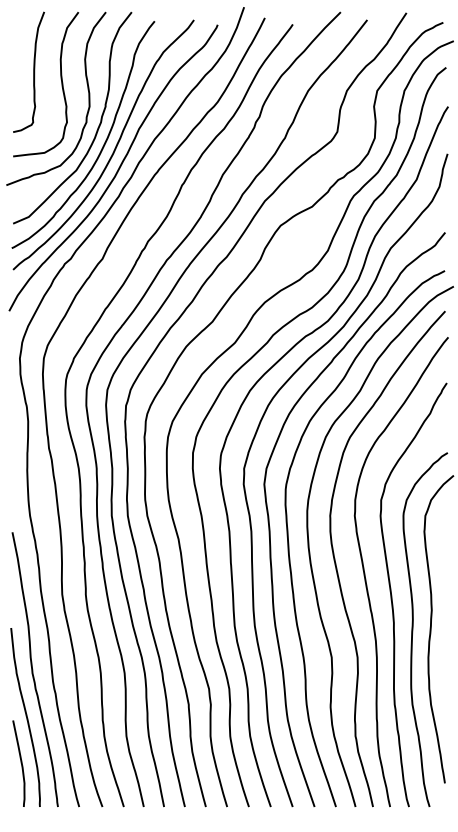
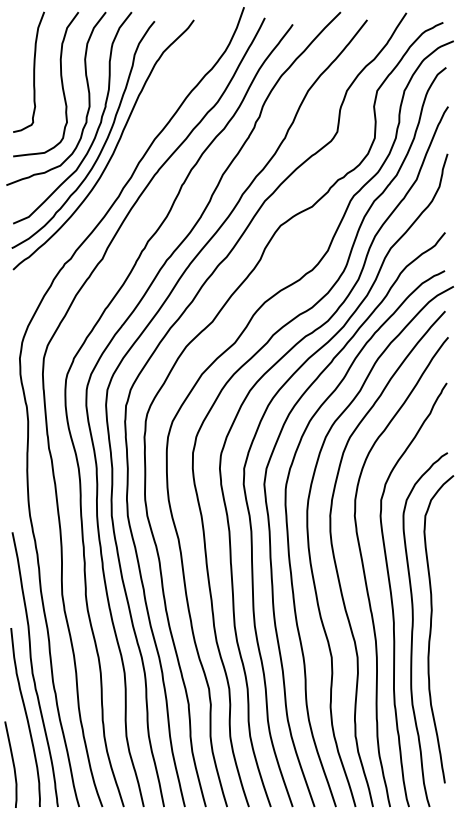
curve at (117, 169): present -> none
curve at (20, 763) position: (20, 763) -> (12, 764)
